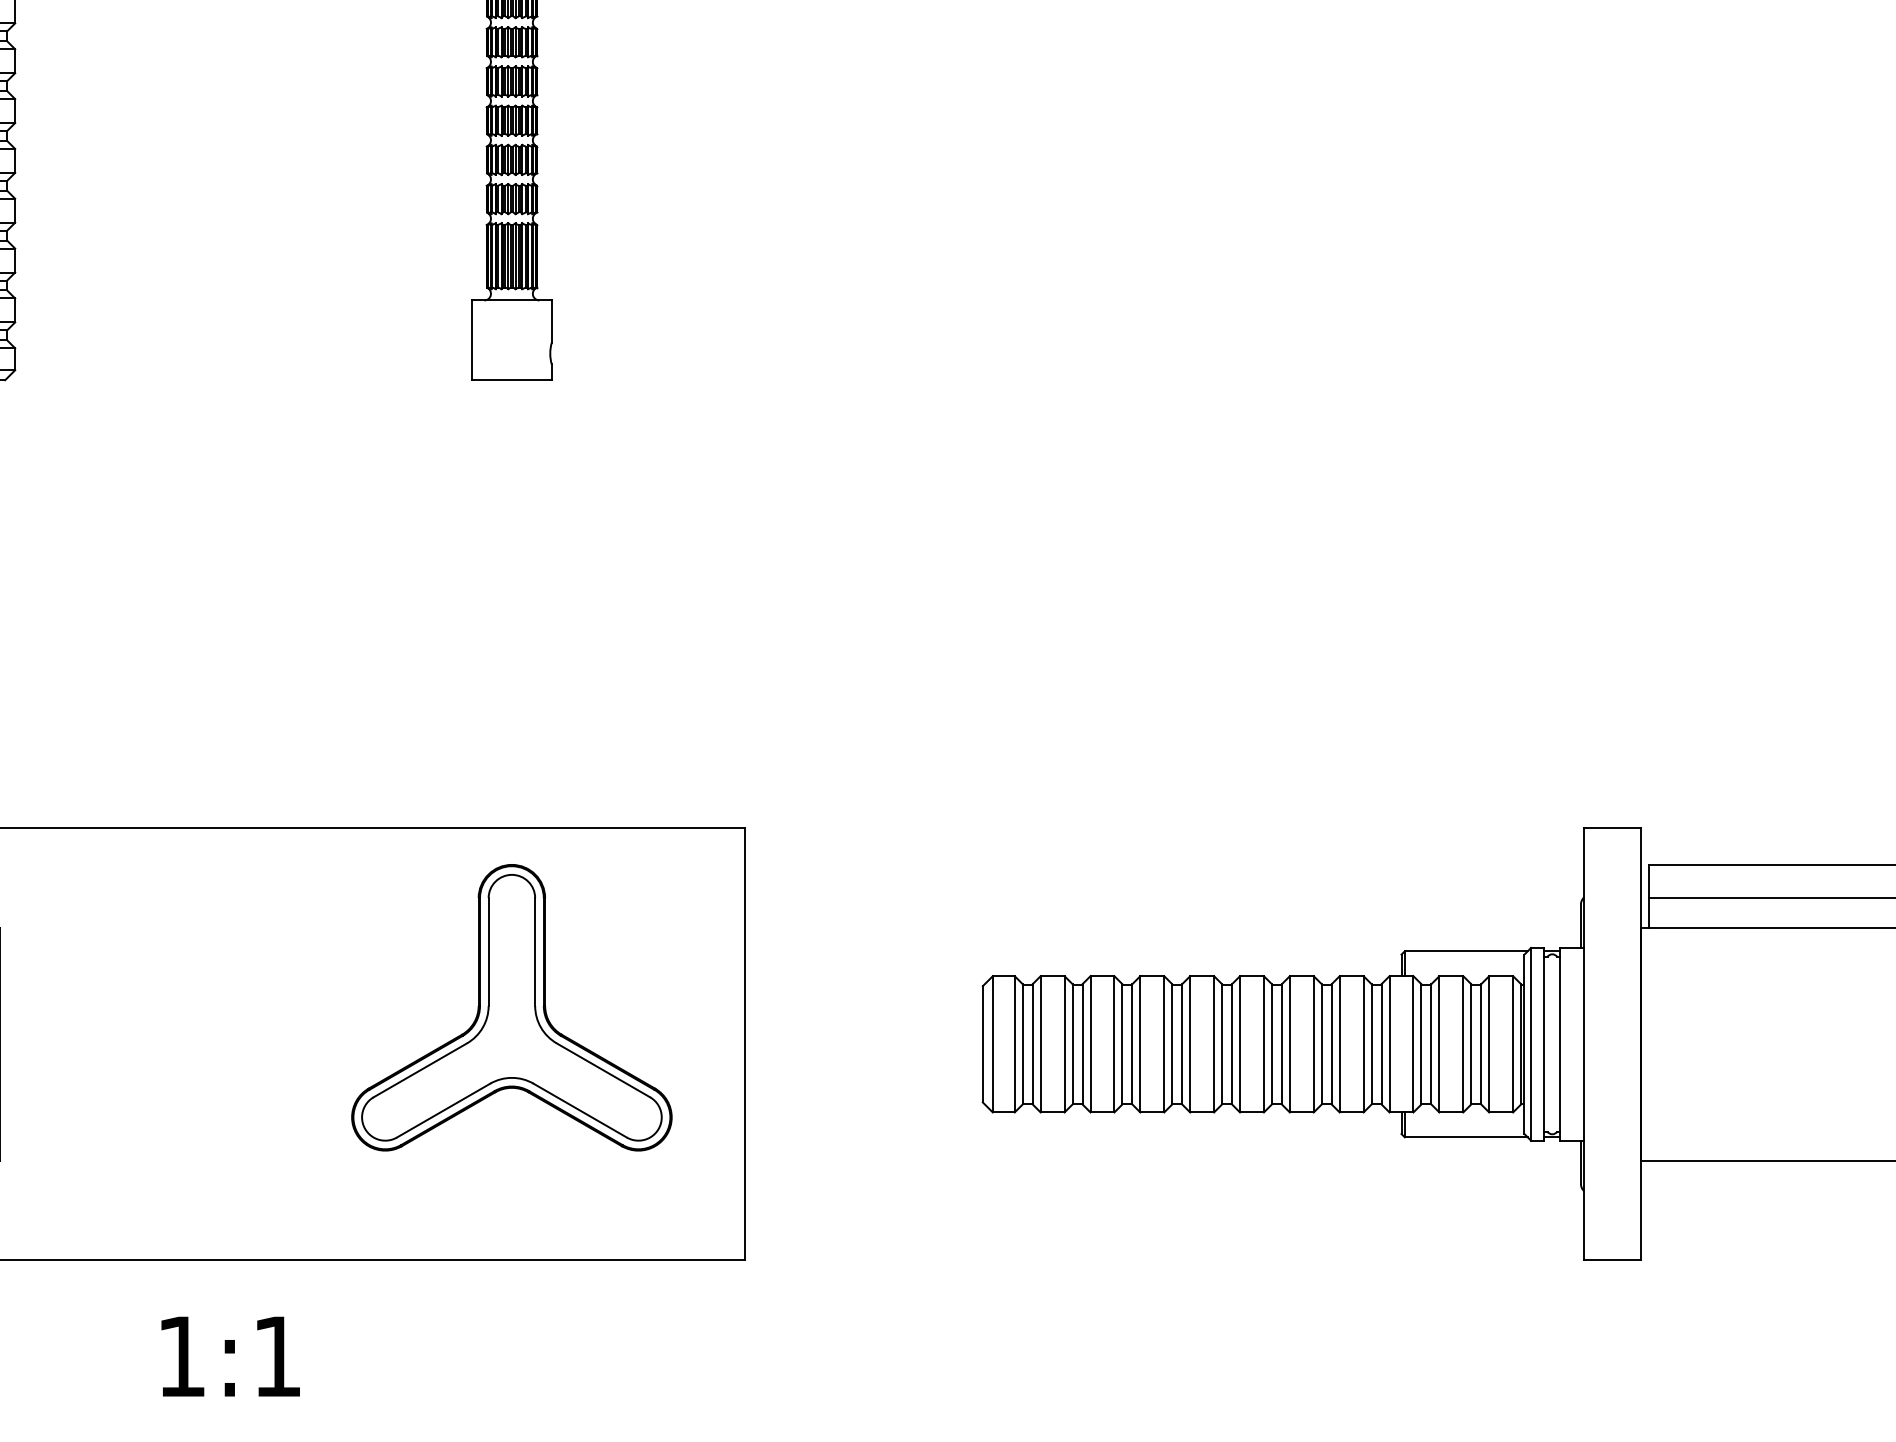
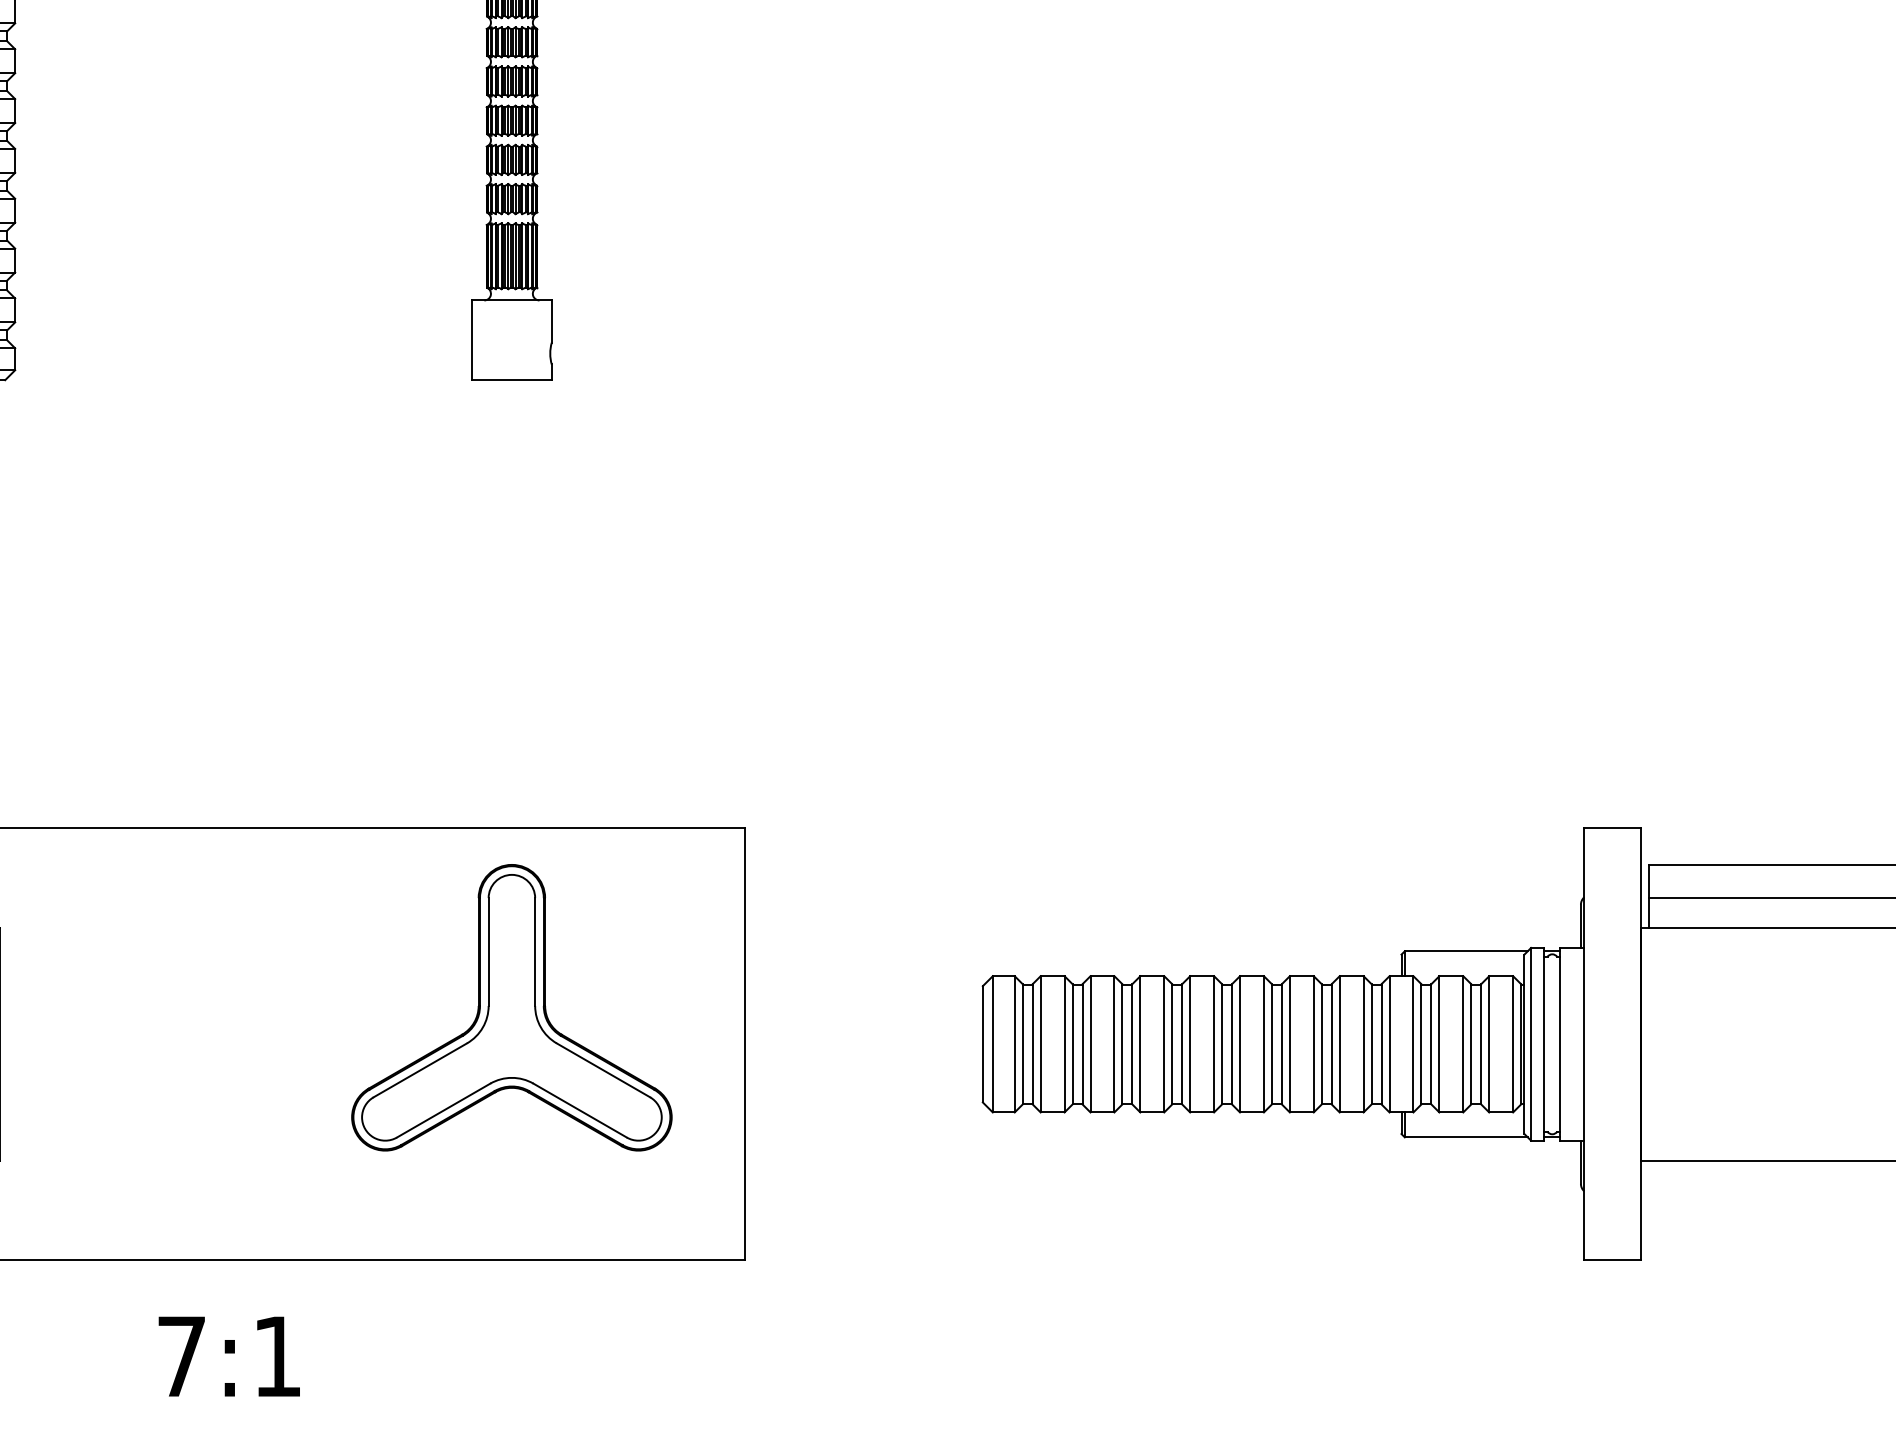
text at (181, 1356): 1:1 -> 7:1
